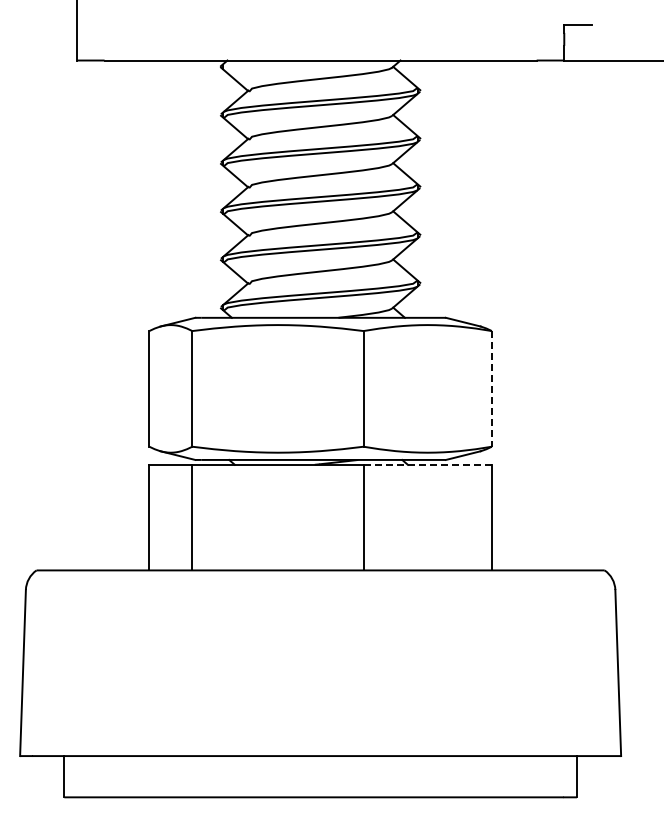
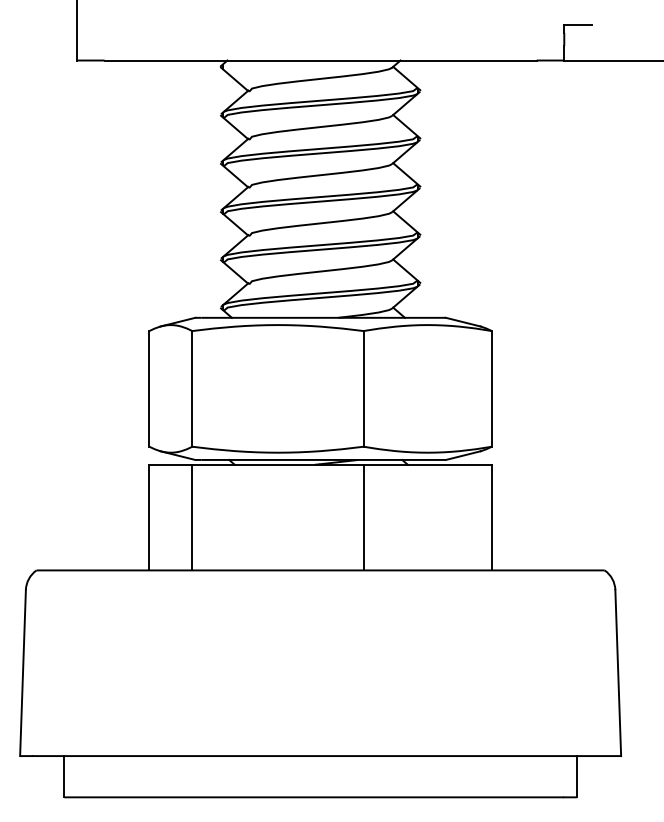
line at (491, 388): dashed -> solid
line at (428, 464): dashed -> solid
